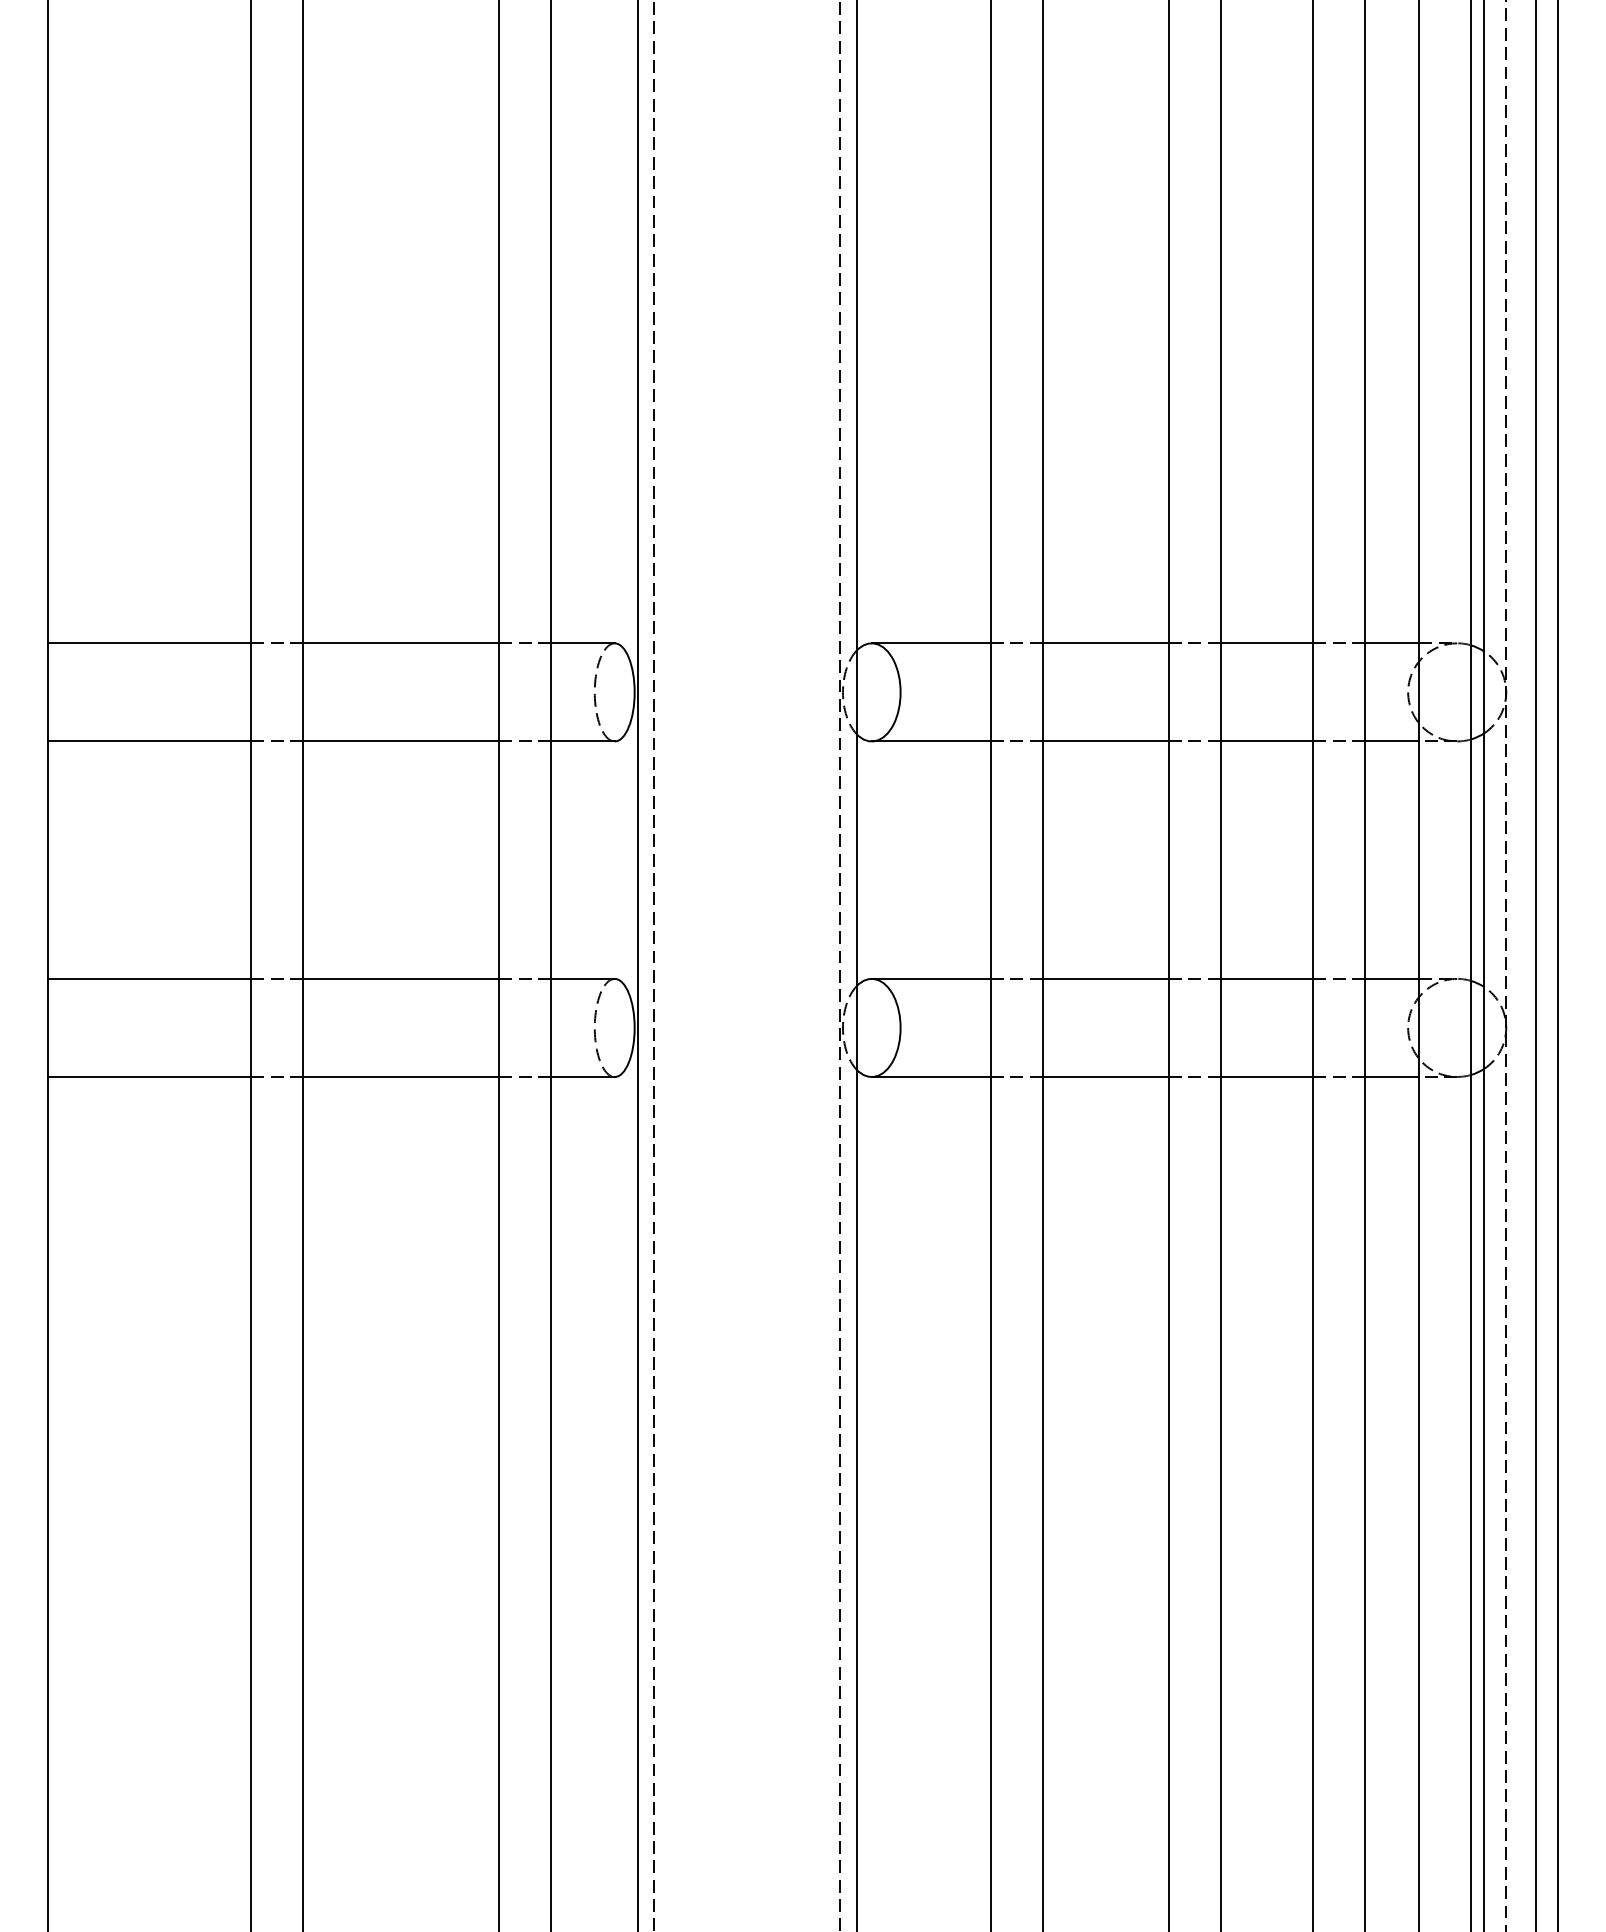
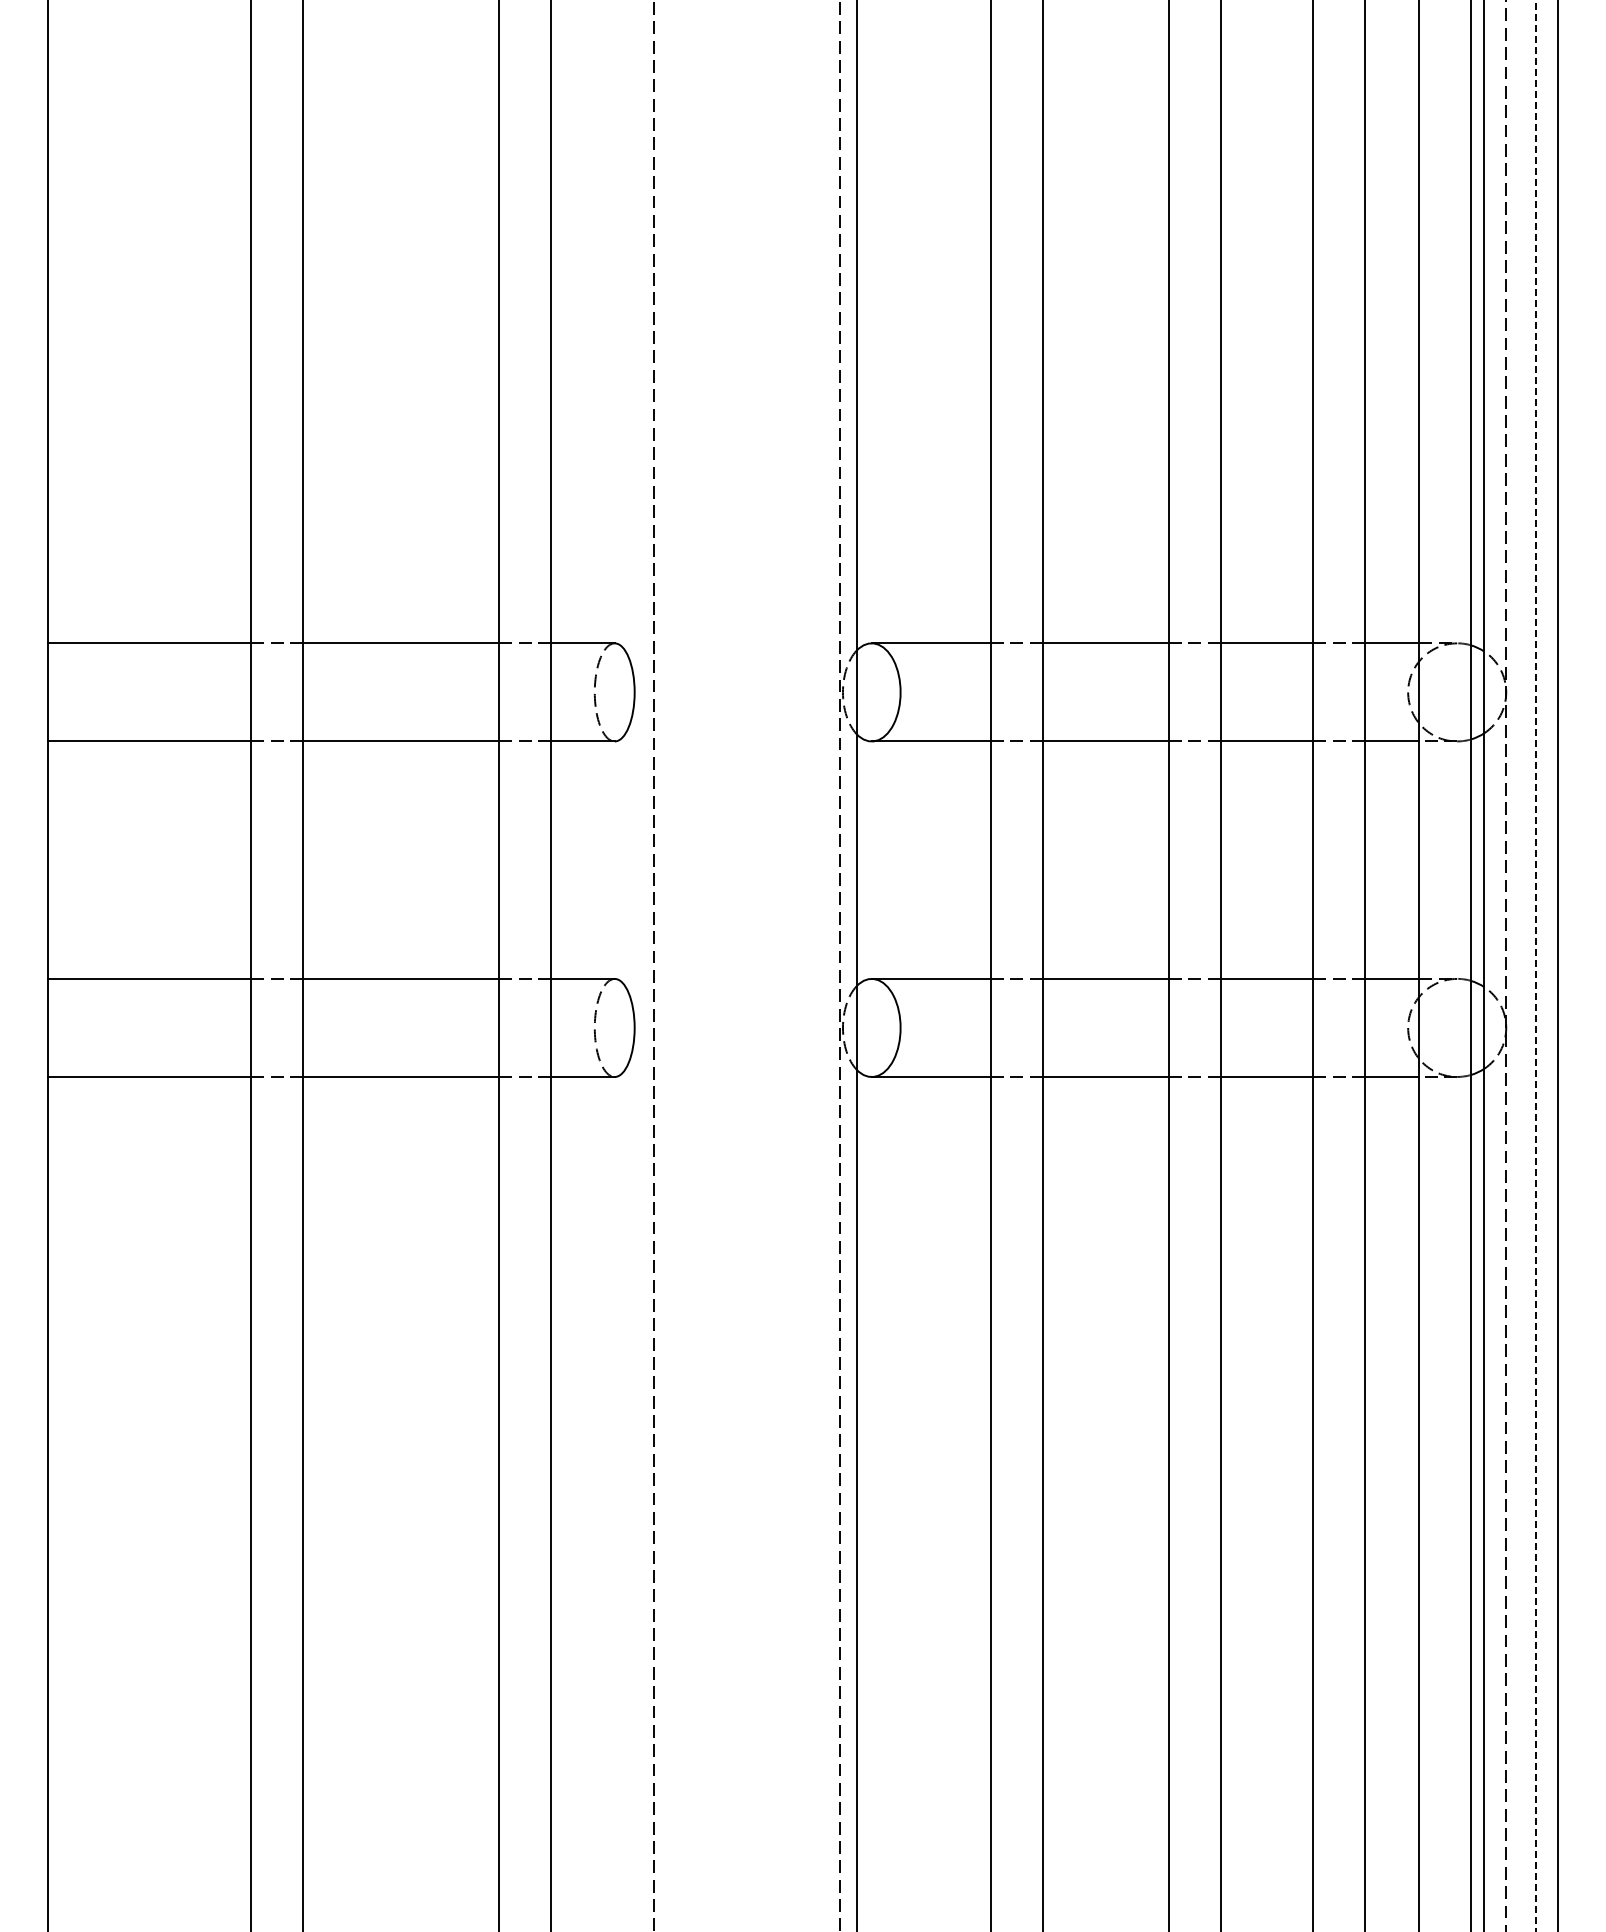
line at (637, 965): present -> none
line at (1536, 965): solid -> dashed
